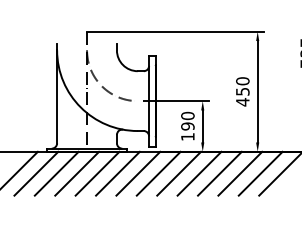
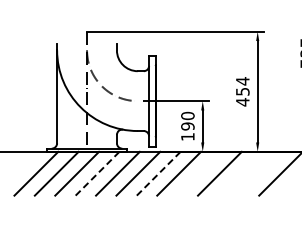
text at (242, 81): 450 -> 454
line at (19, 169): present -> none
line at (97, 173): solid -> dashed
line at (158, 173): solid -> dashed
line at (199, 173): present -> none
line at (240, 173): present -> none
line at (260, 173): present -> none
